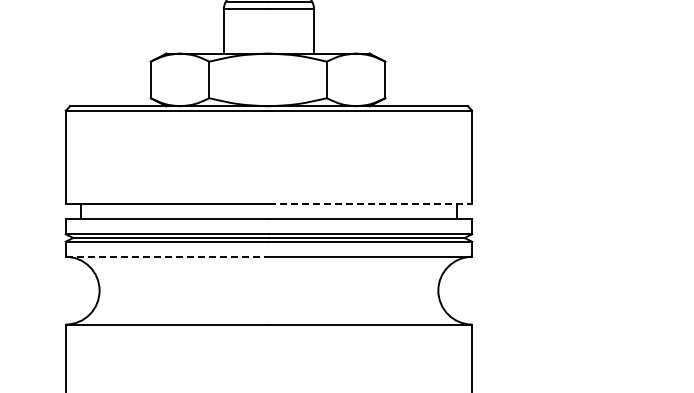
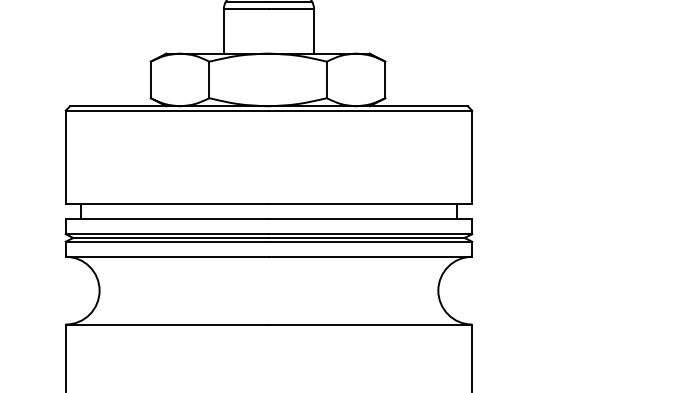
line at (370, 204): dashed -> solid
line at (167, 256): dashed -> solid
